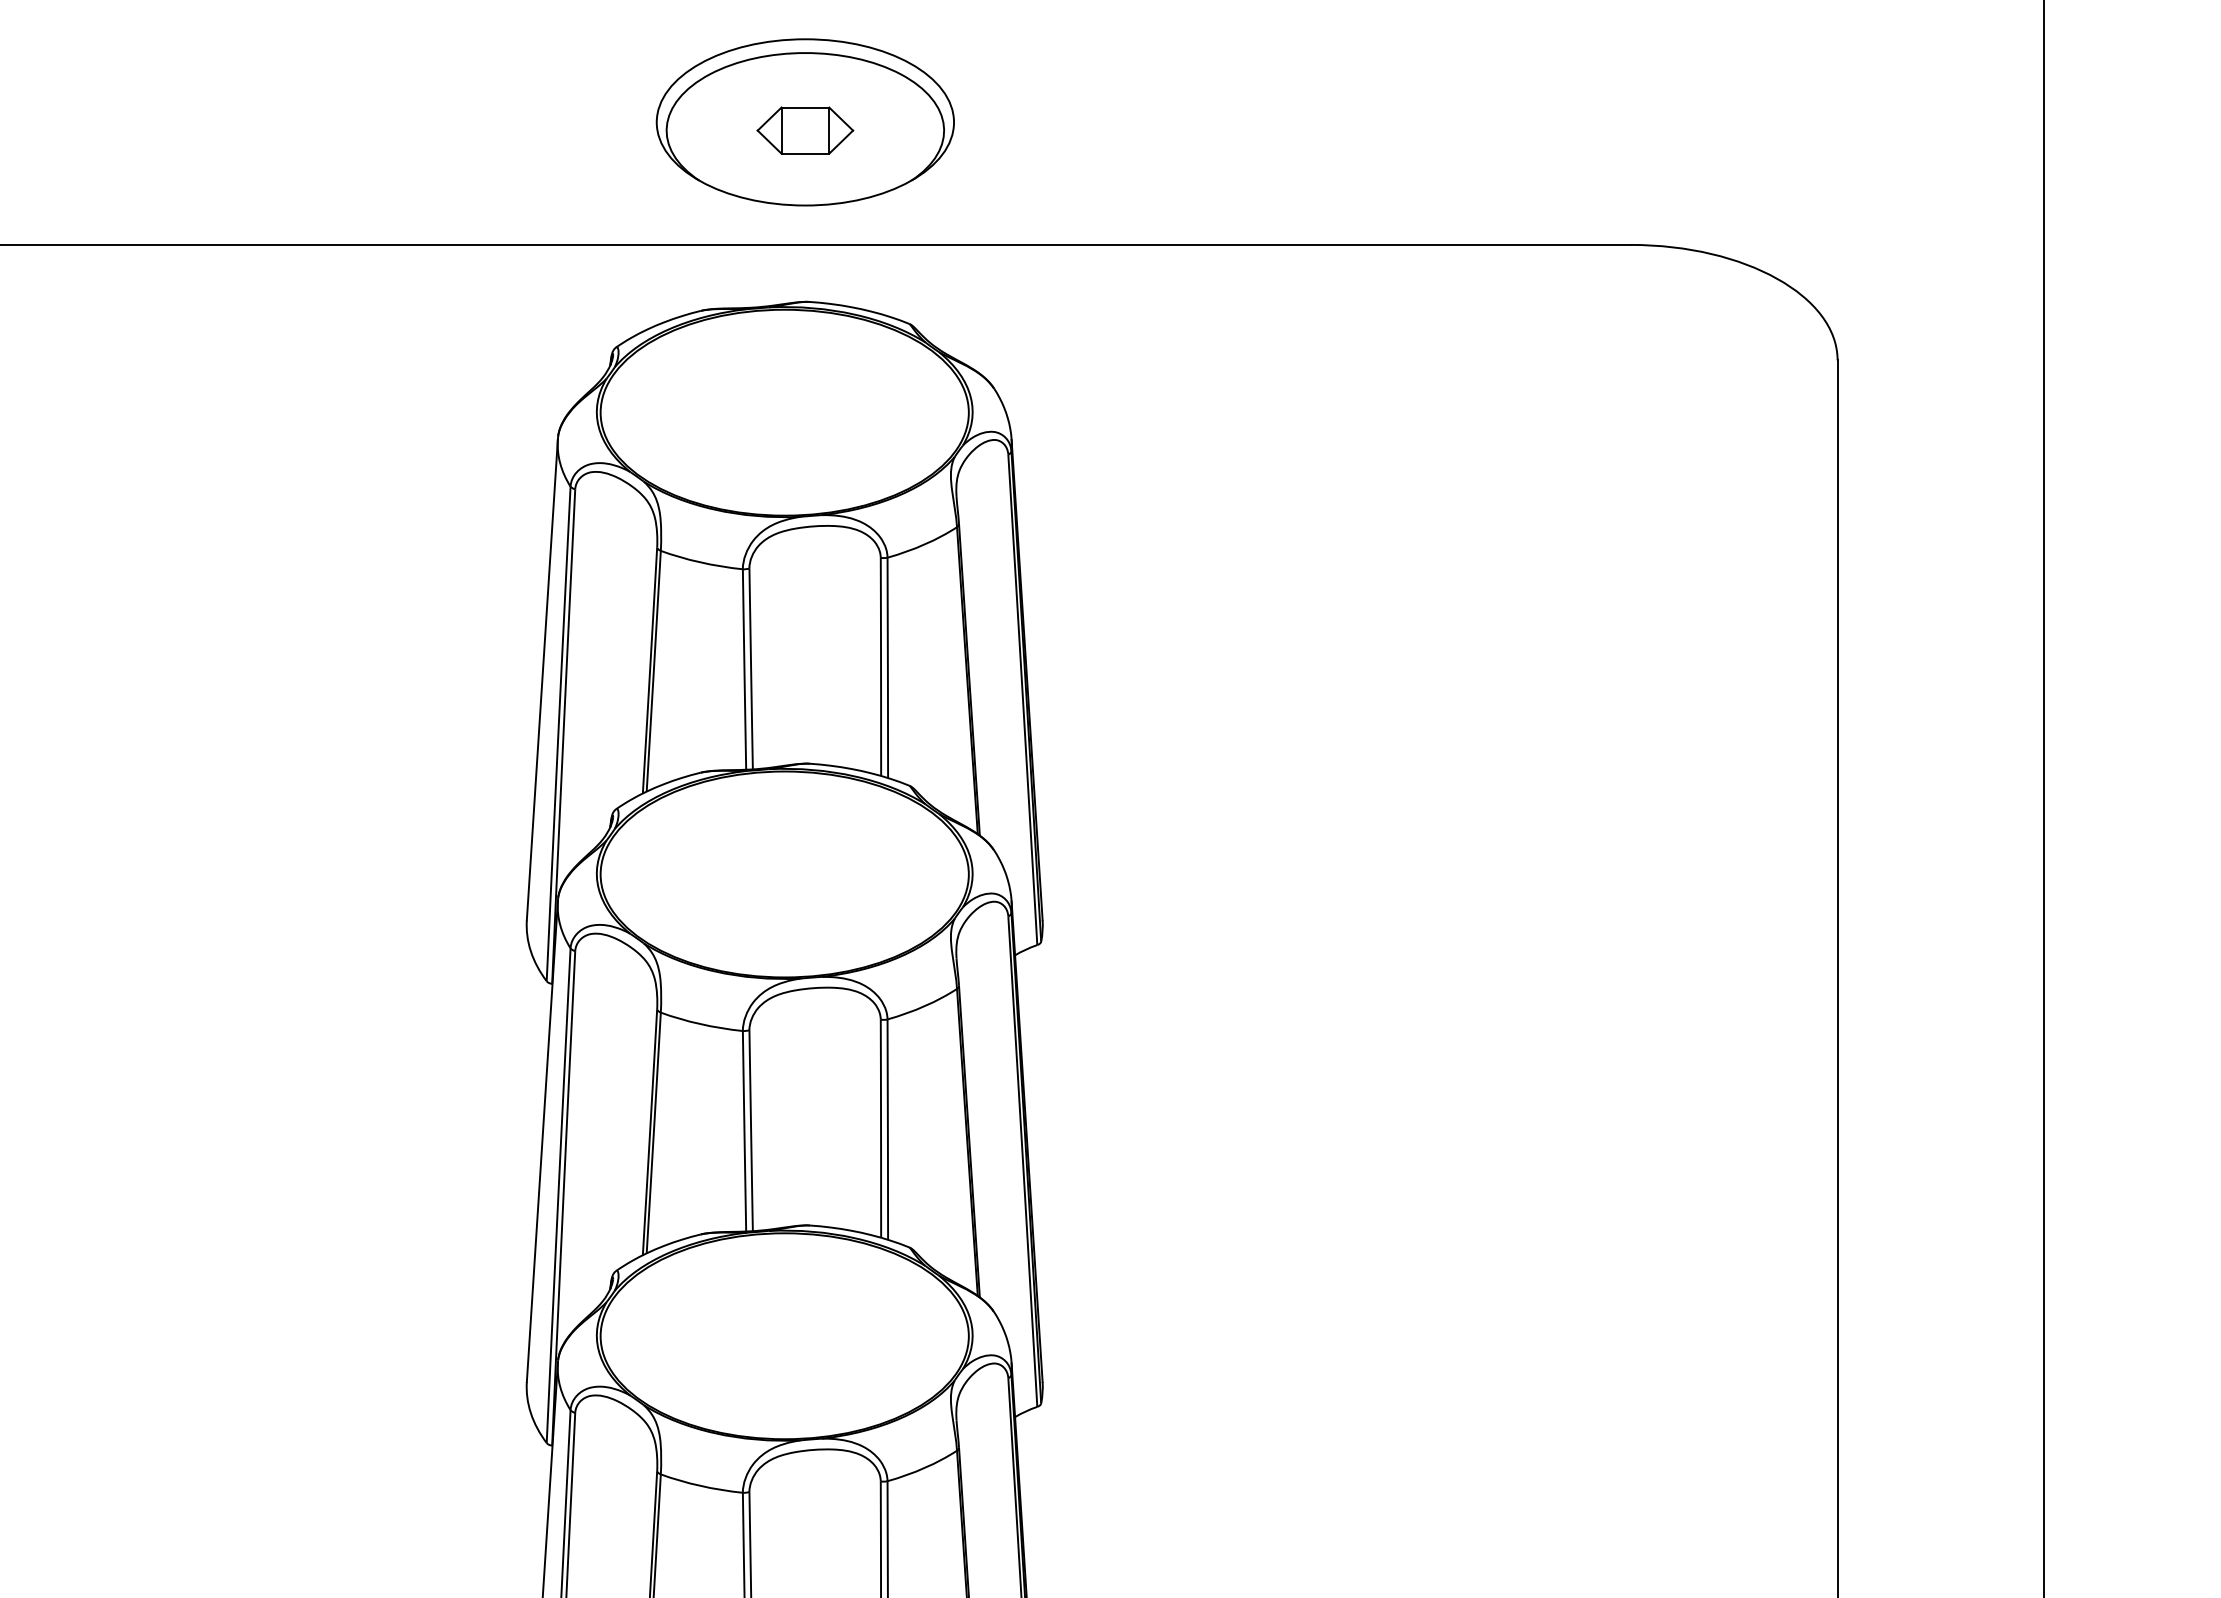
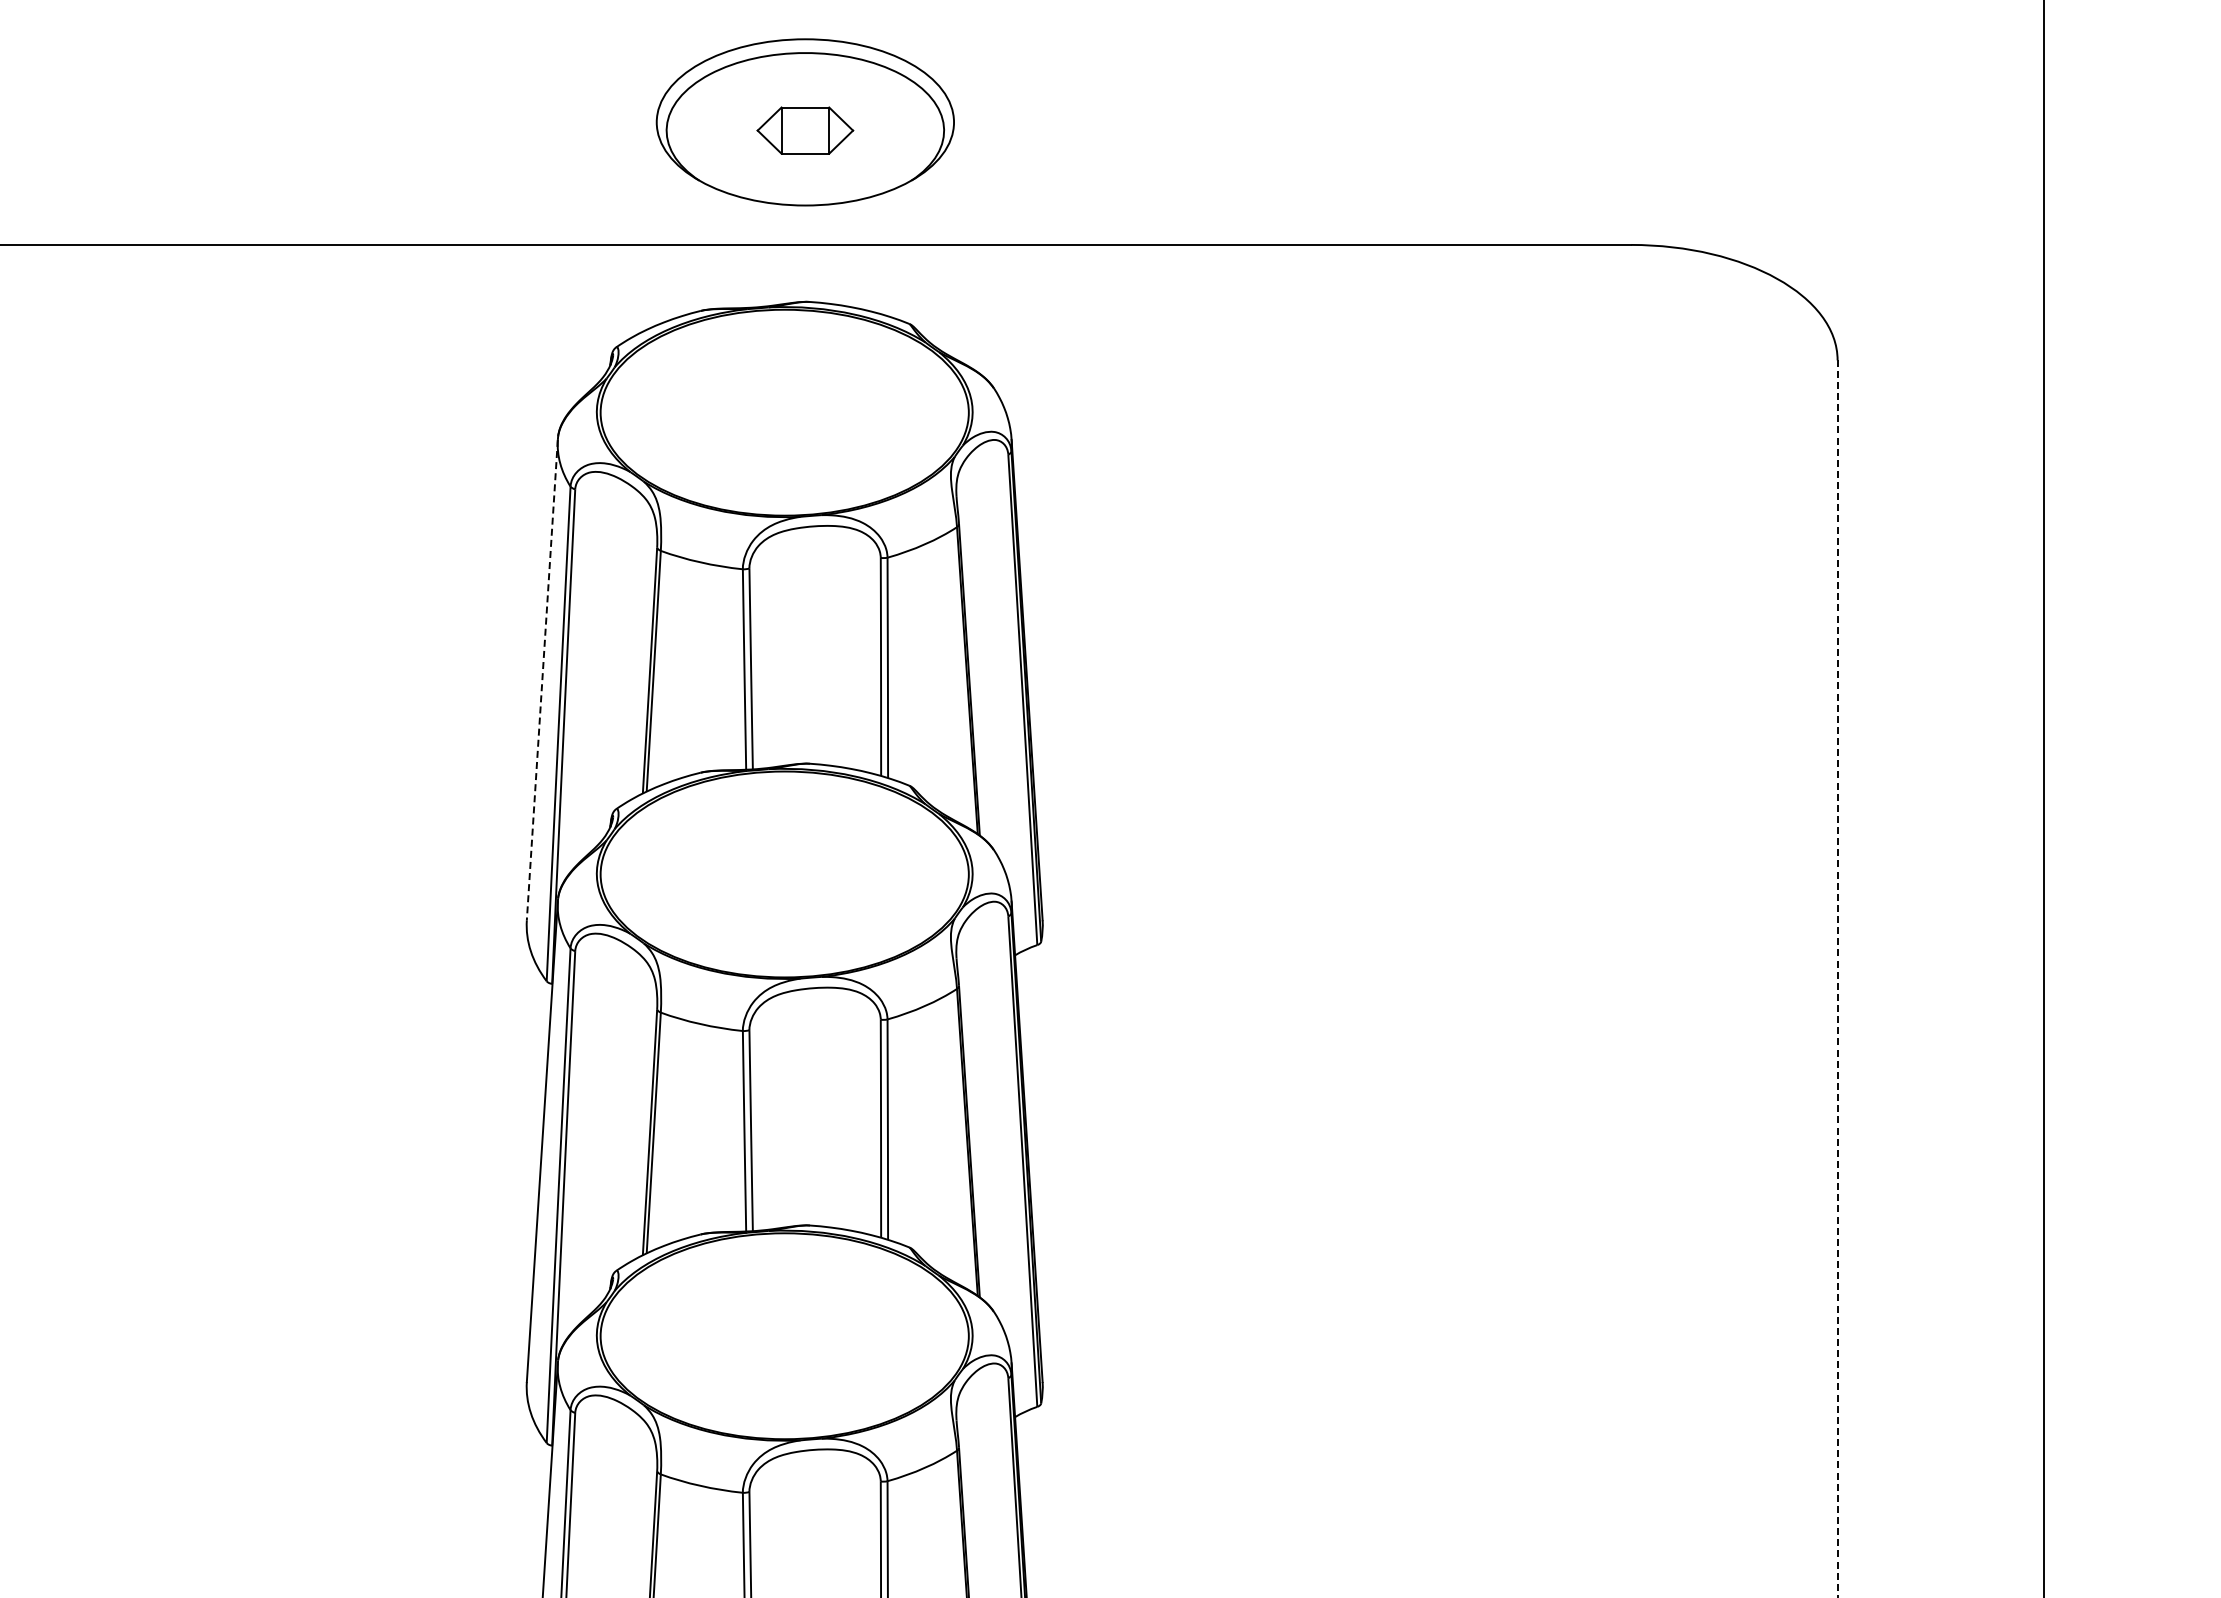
line at (542, 680): solid -> dashed
line at (1837, 978): solid -> dashed
